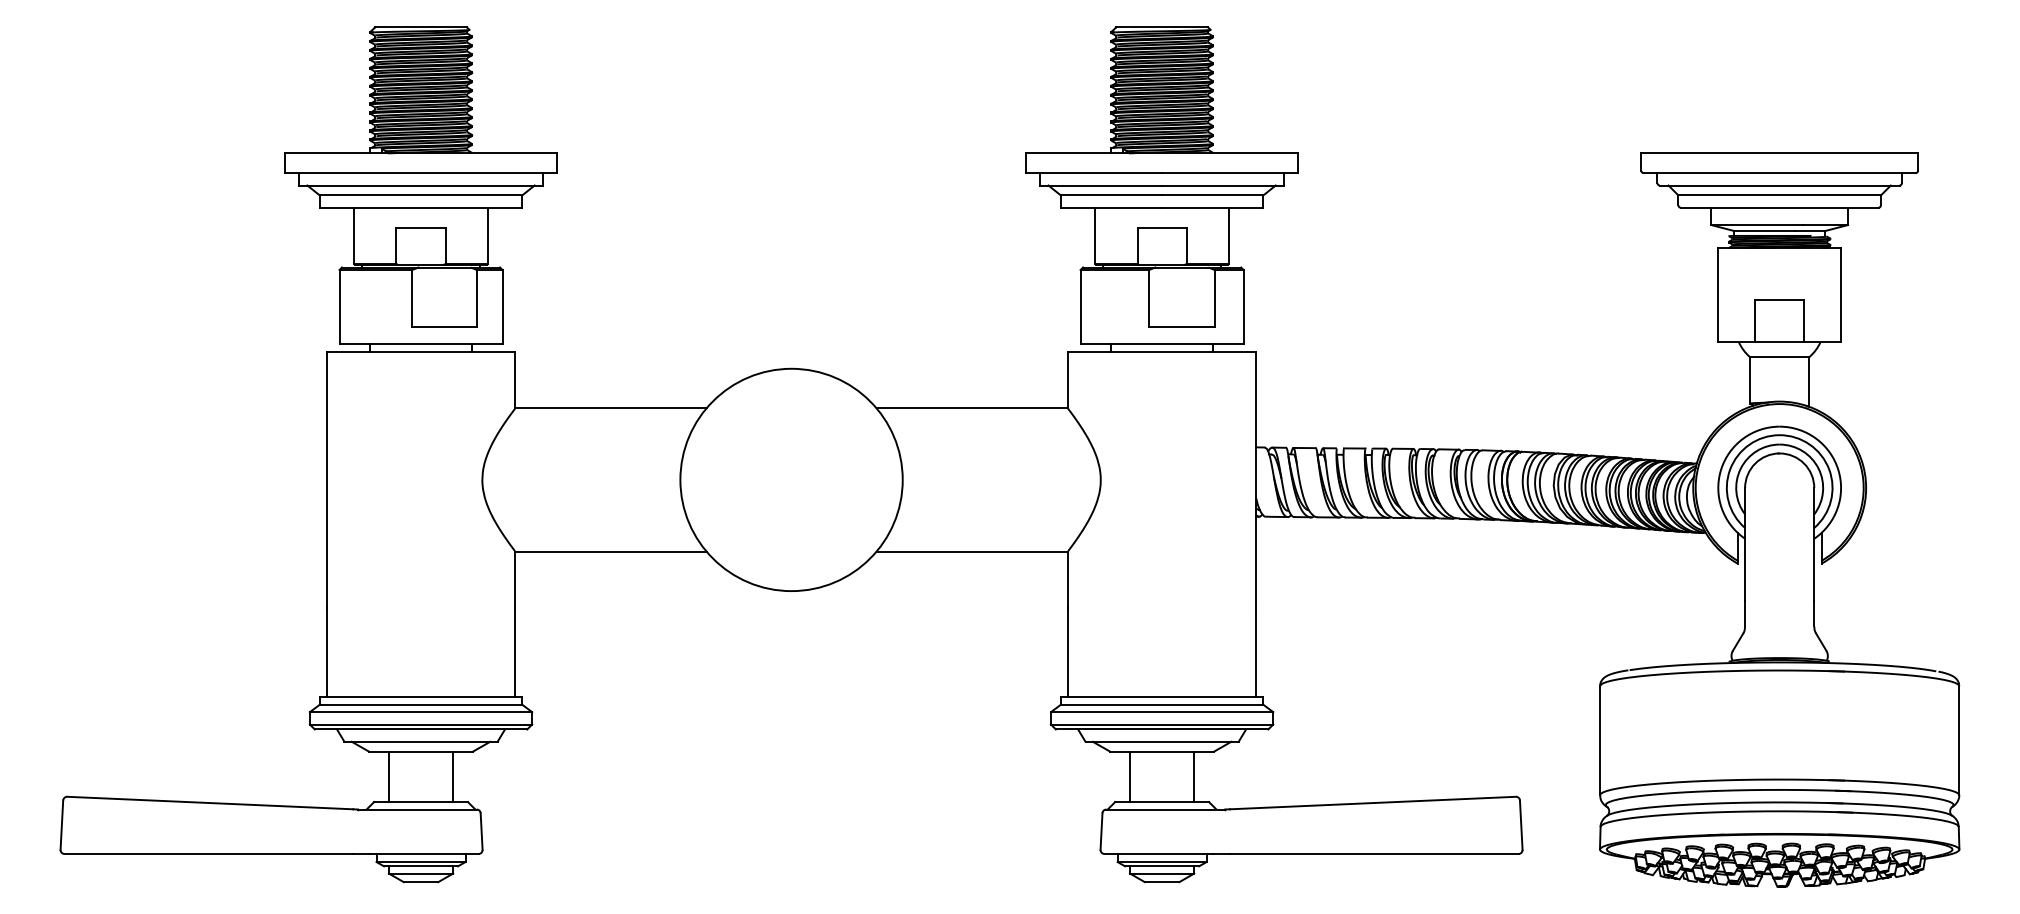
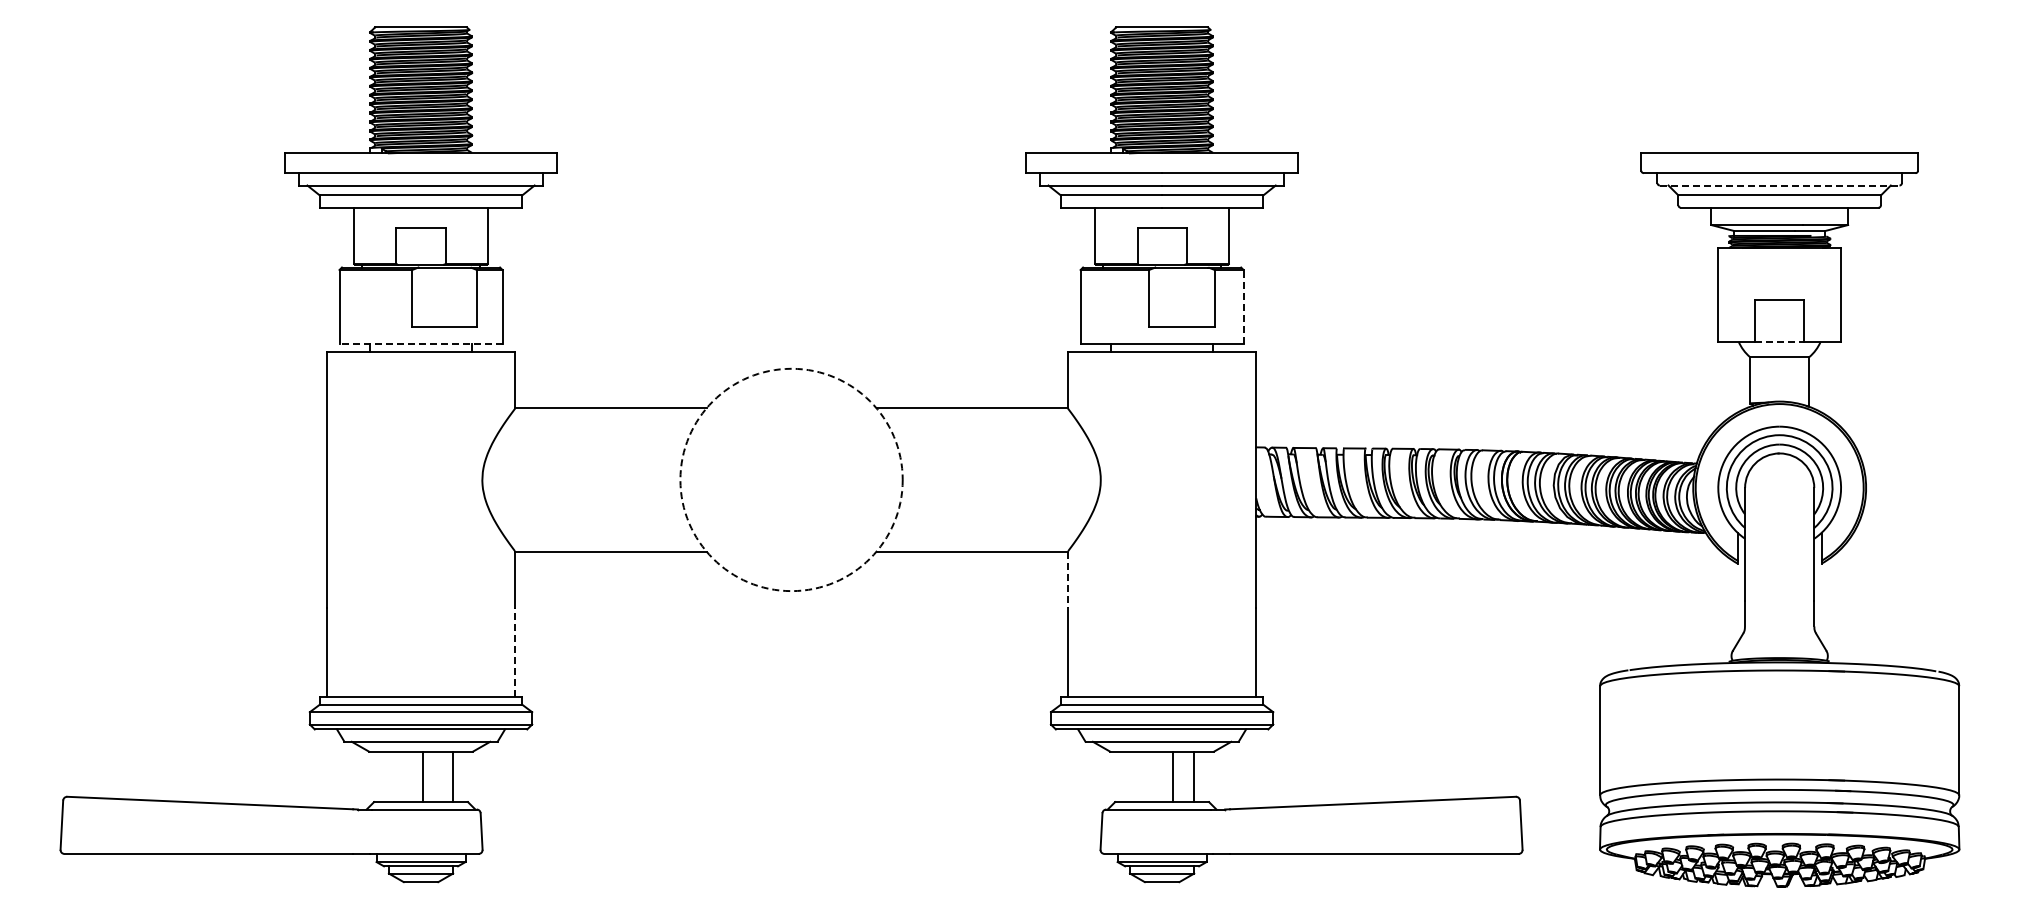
line at (1779, 185): solid -> dashed
line at (1243, 306): solid -> dashed
line at (1780, 341): solid -> dashed
line at (421, 343): solid -> dashed
circle at (791, 479): solid -> dashed
line at (1068, 580): solid -> dashed
line at (514, 652): solid -> dashed
line at (388, 776) position: (388, 776) -> (422, 776)
line at (1130, 776) position: (1130, 776) -> (1173, 776)
